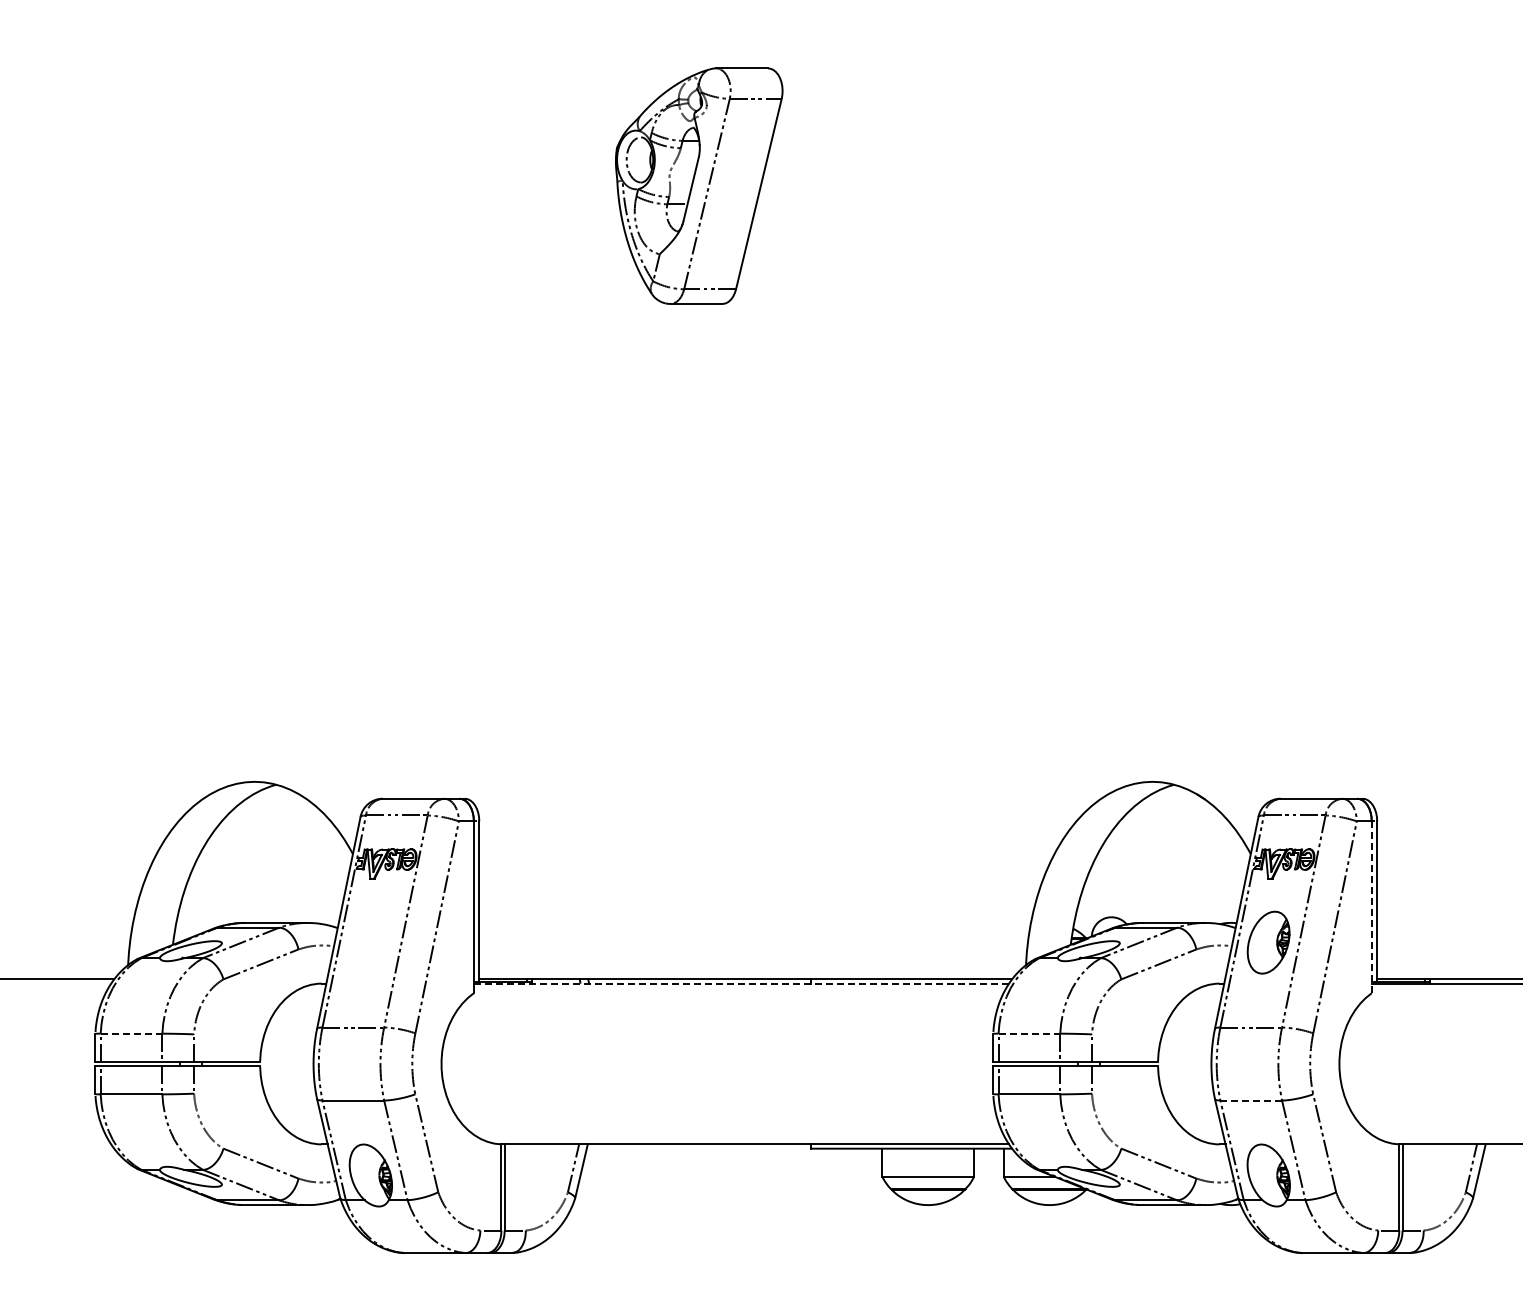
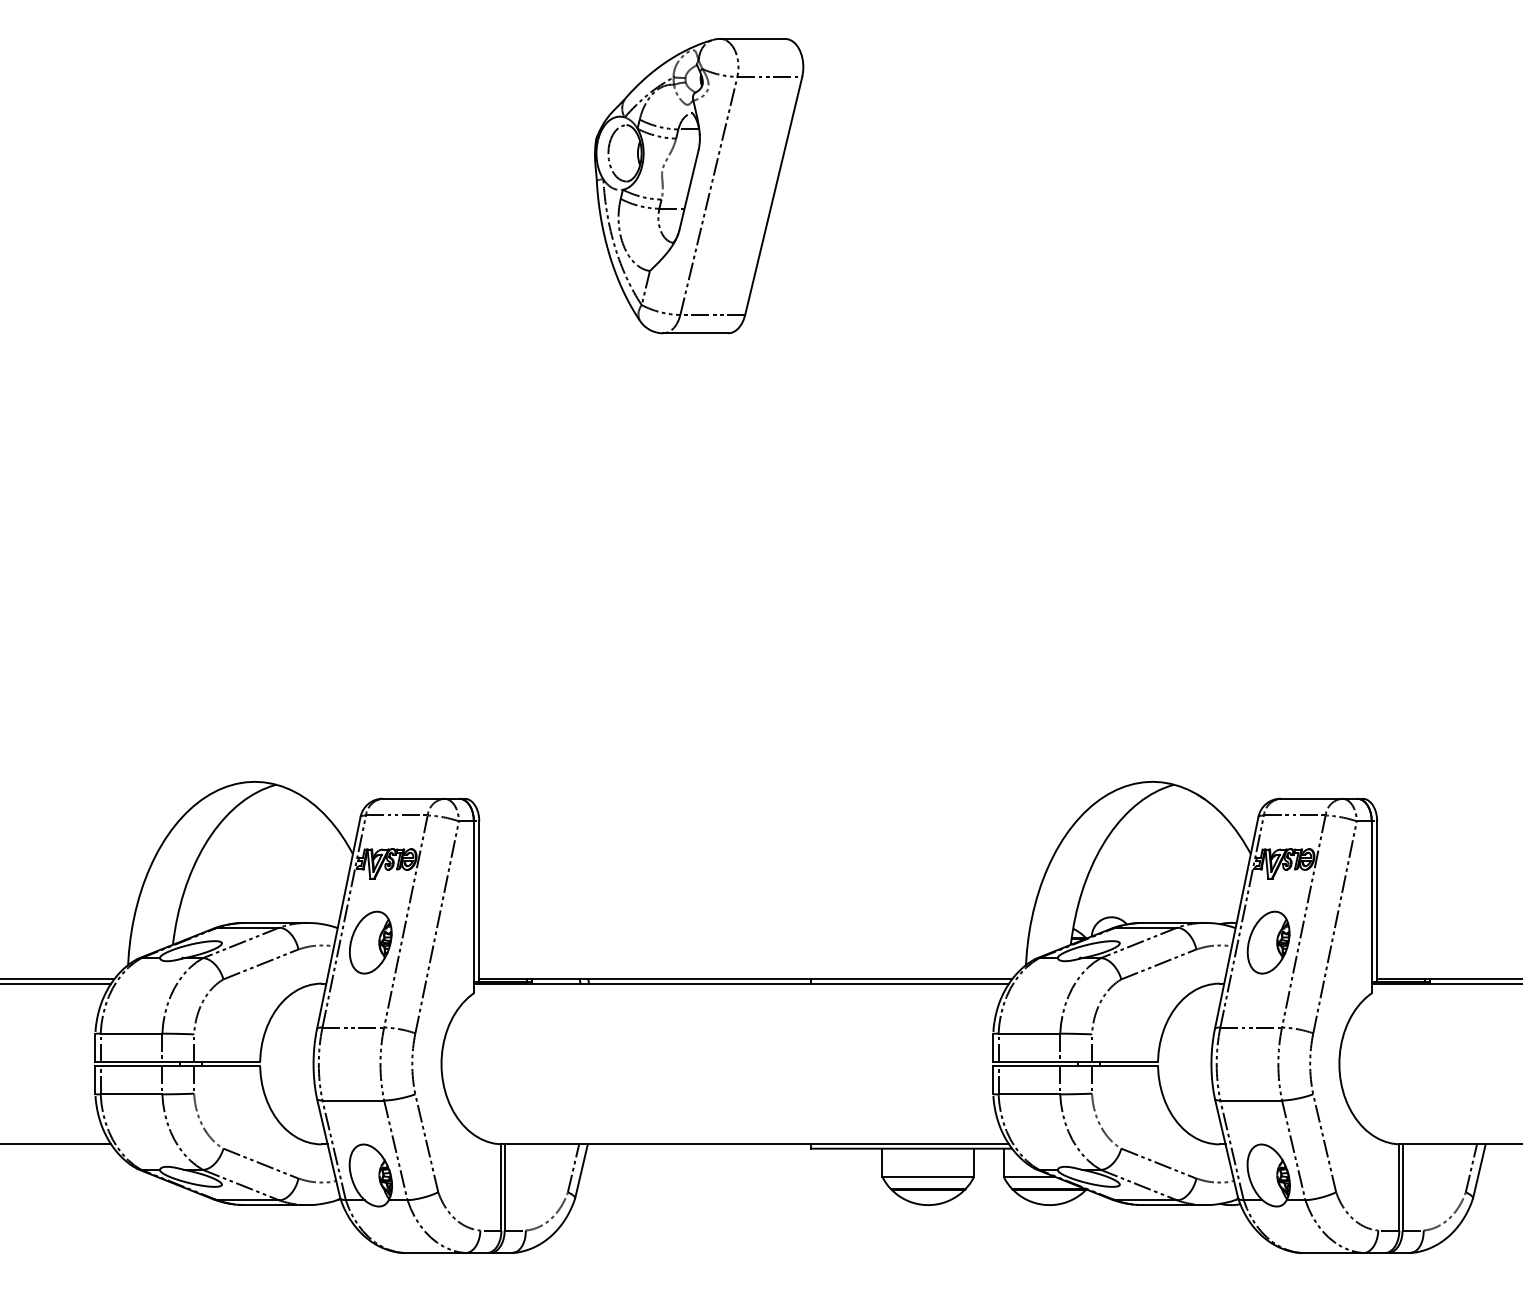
part at (699, 185) size: 169x238 px -> 211x297 px
line at (1371, 907): dashed -> solid
part at (370, 942): none -> present
line at (56, 983): none -> present
line at (741, 983): dashed -> solid
line at (131, 1033): dashed -> solid
line at (1029, 1033): dashed -> solid
line at (1251, 1100): dashed -> solid
line at (56, 1144): none -> present
